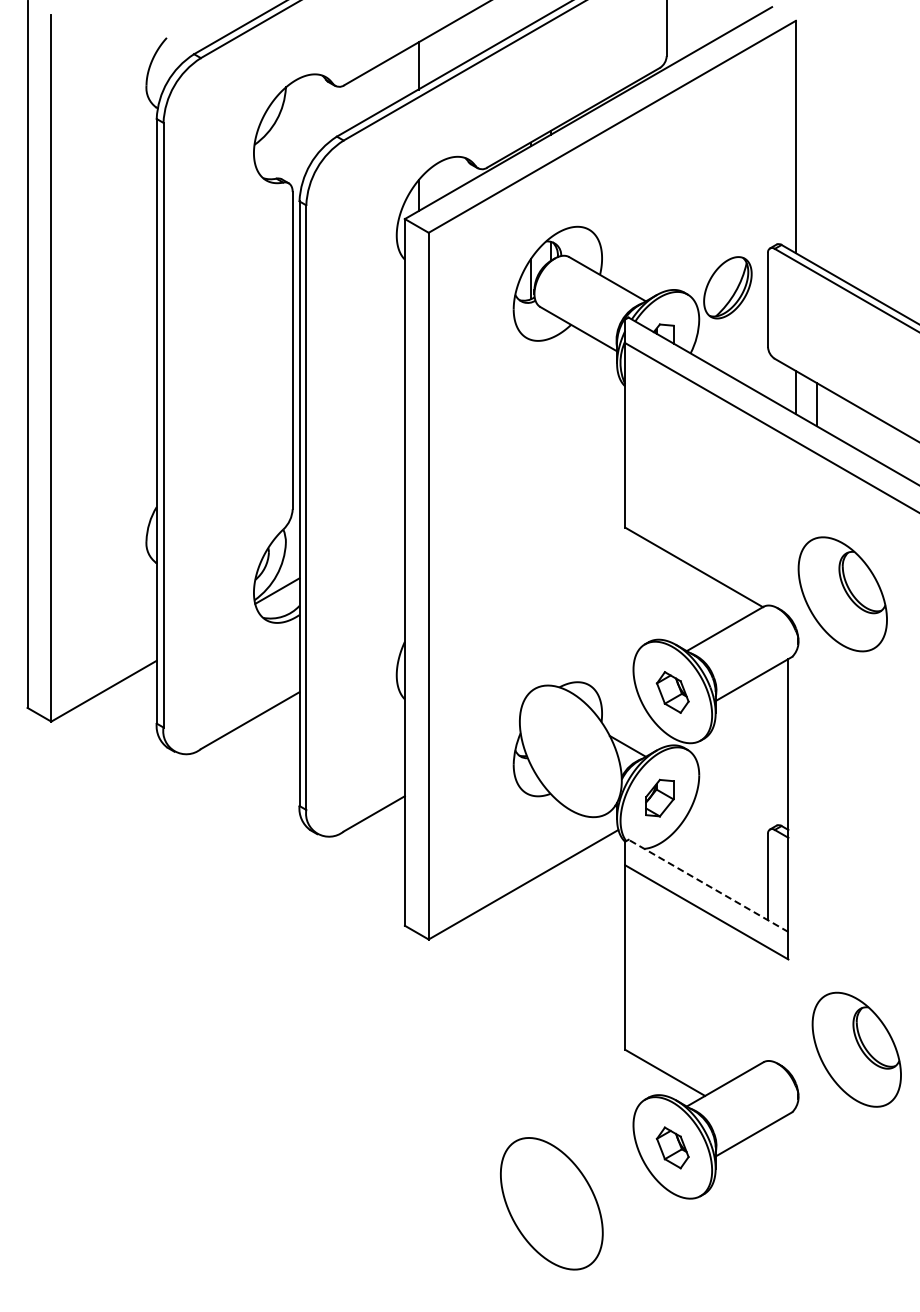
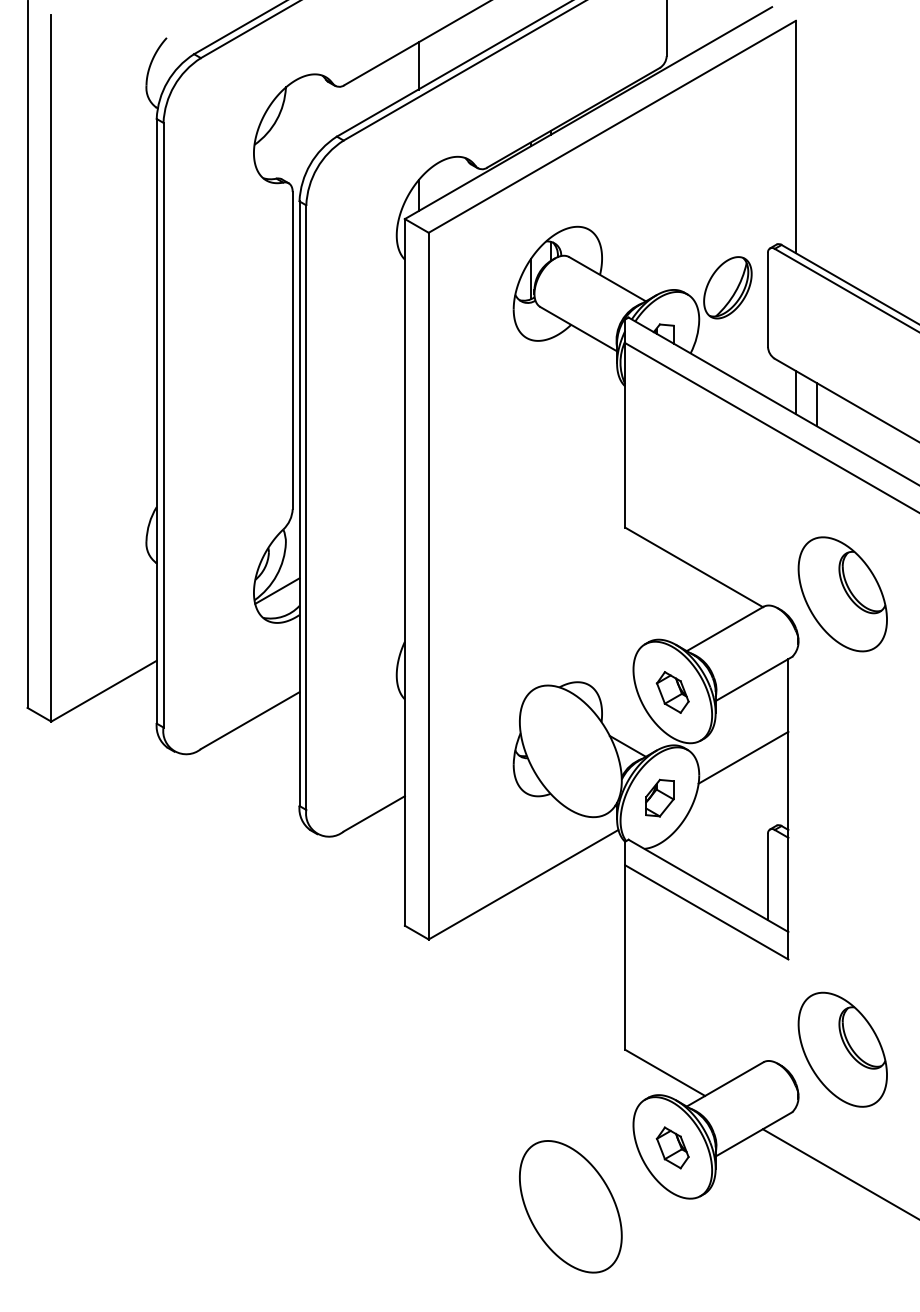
line at (743, 757): none -> present
line at (708, 885): dashed -> solid
part at (856, 1049) position: (856, 1049) -> (842, 1049)
line at (839, 1173): none -> present
part at (551, 1203) position: (551, 1203) -> (570, 1206)
